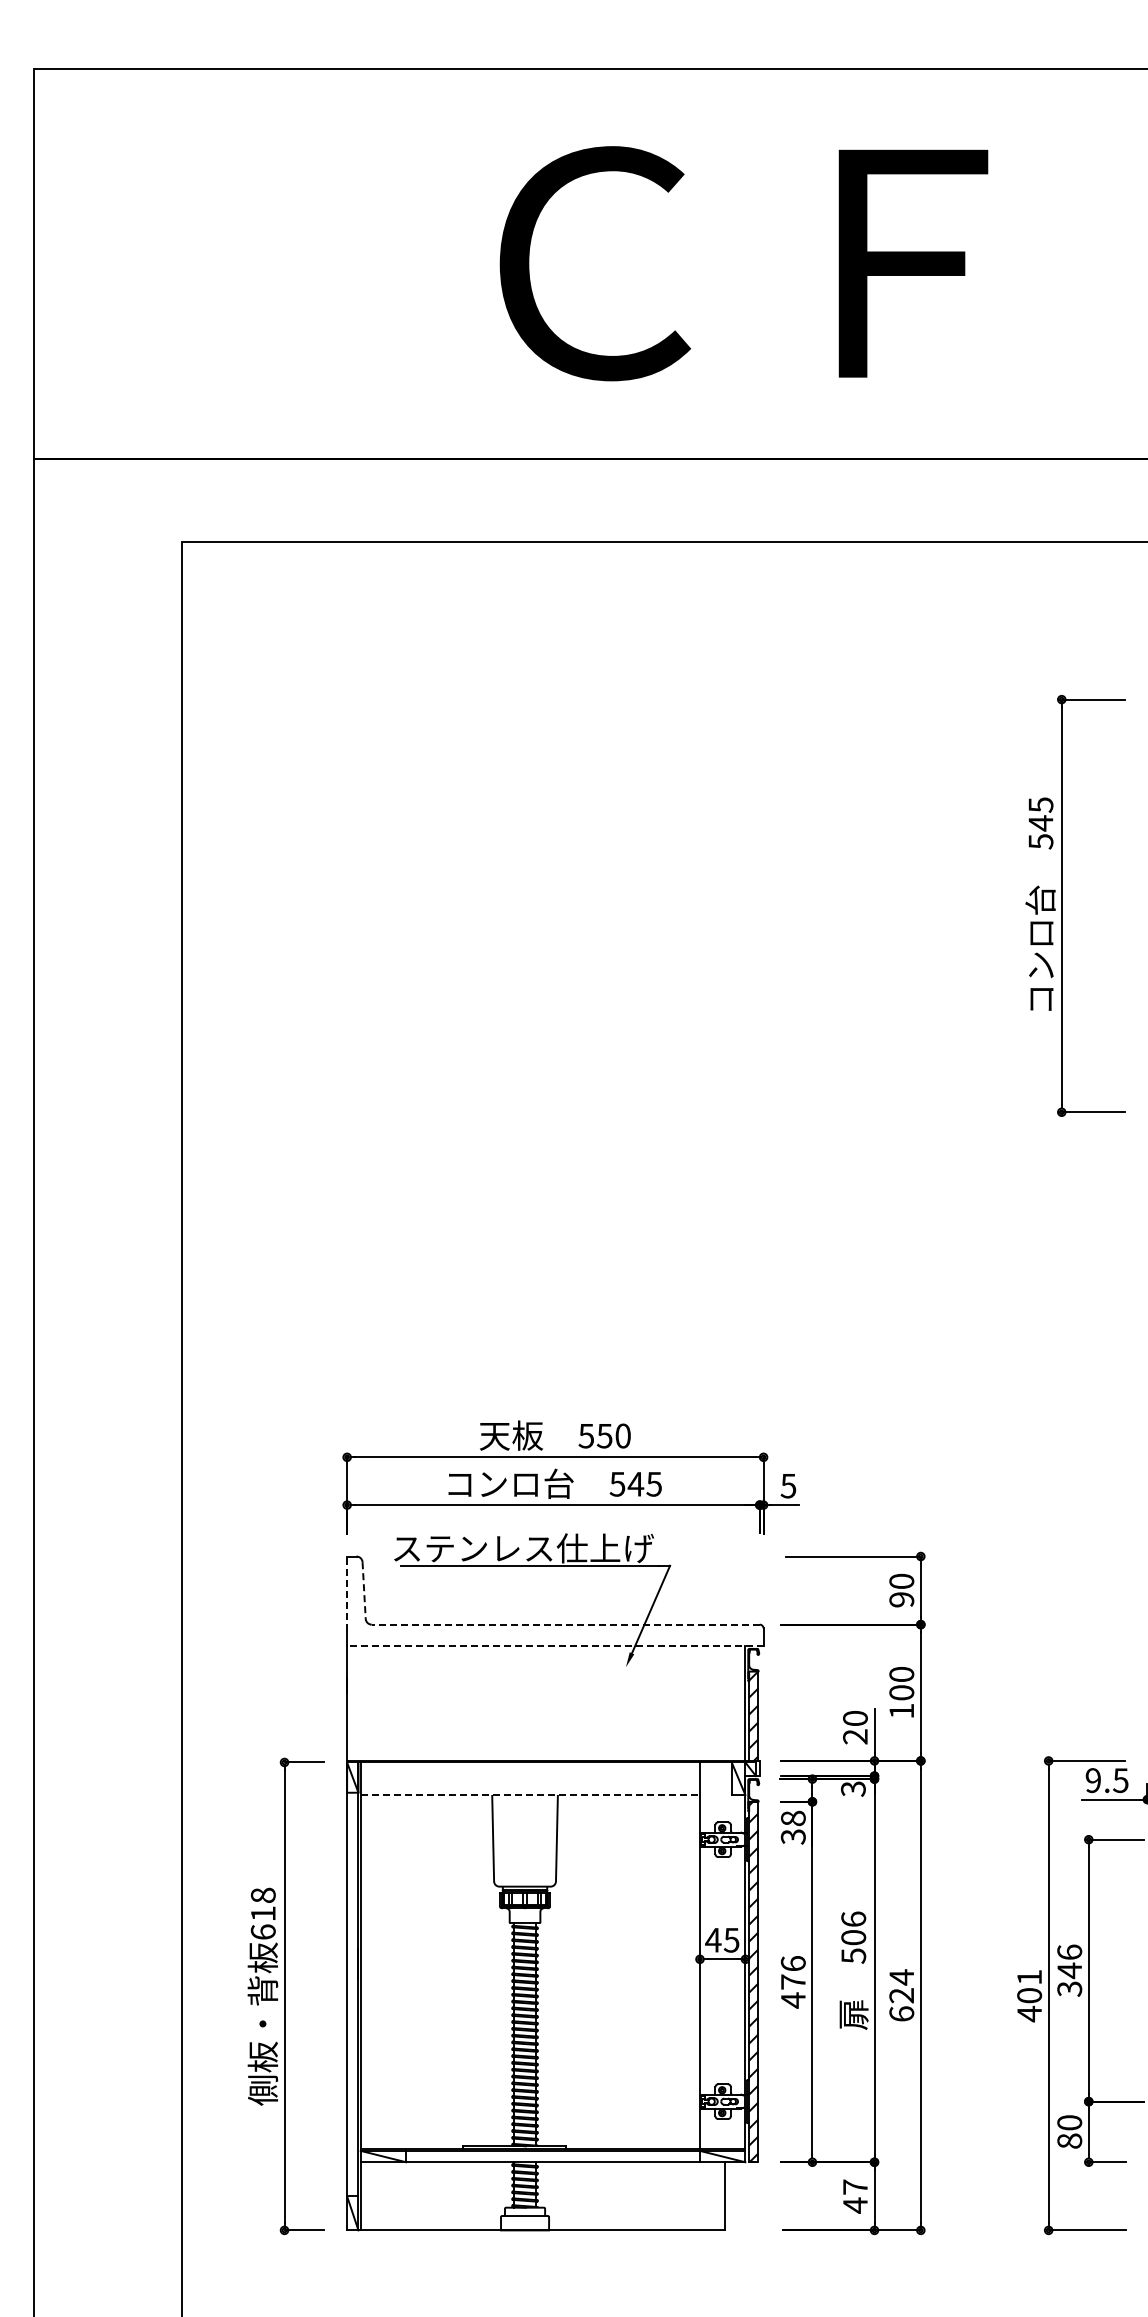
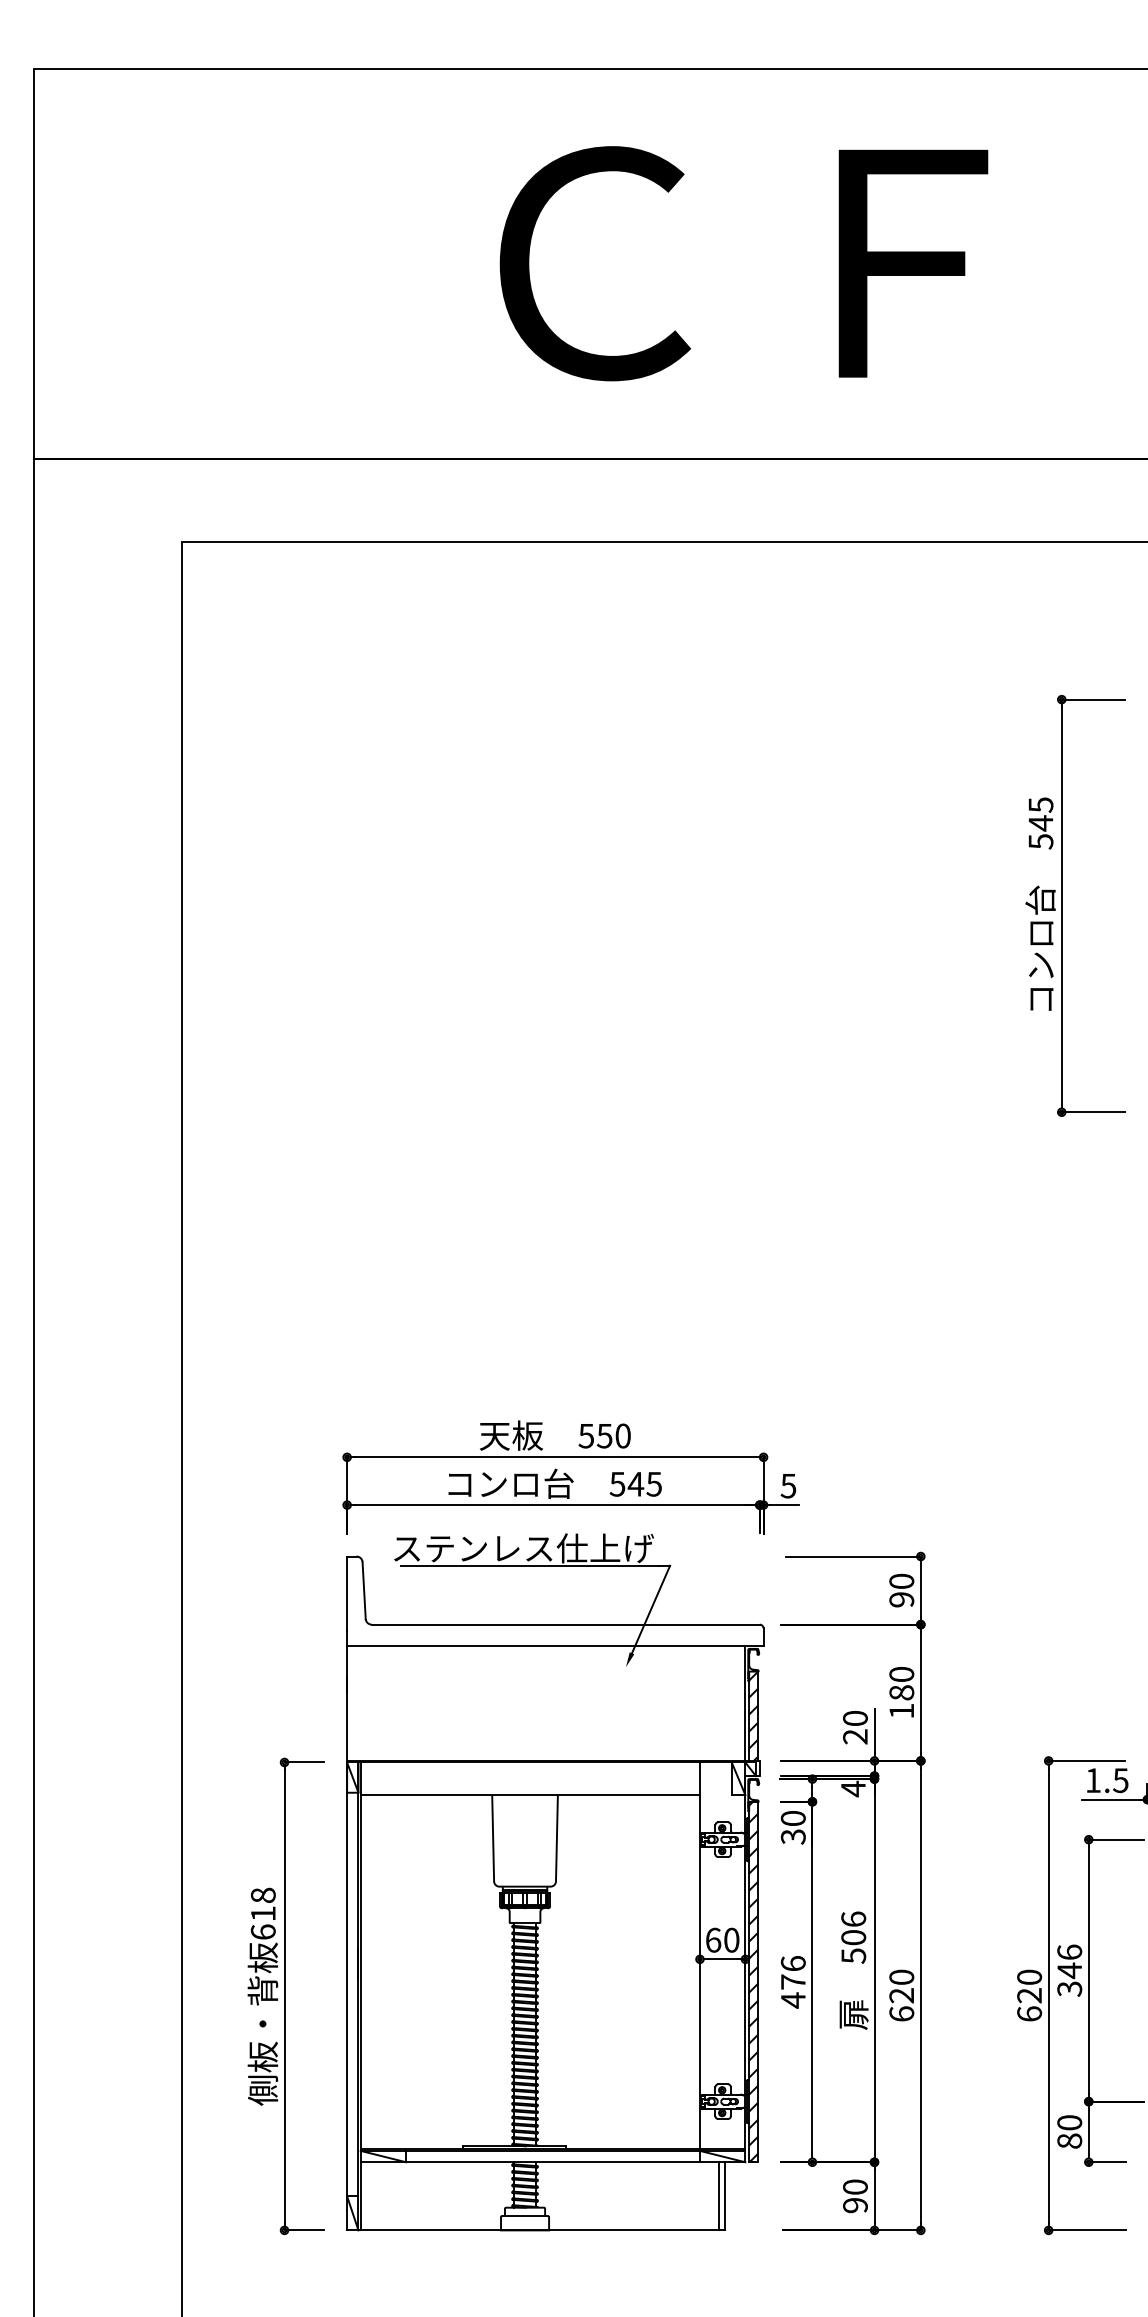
line at (364, 1591): dashed -> solid
line at (347, 1593): dashed -> solid
line at (565, 1624): dashed -> solid
line at (554, 1645): dashed -> solid
text at (902, 1692): 100 -> 180
text at (1092, 1780): 9.5 -> 1.5
text at (853, 1788): 3 -> 4
line at (530, 1795): dashed -> solid
text at (793, 1818): 38 -> 30
text at (722, 1939): 45 -> 60
text at (901, 1977): 624 -> 620
text at (1029, 1995): 401 -> 620
line at (718, 2196): none -> present
text at (855, 2196): 47 -> 90
